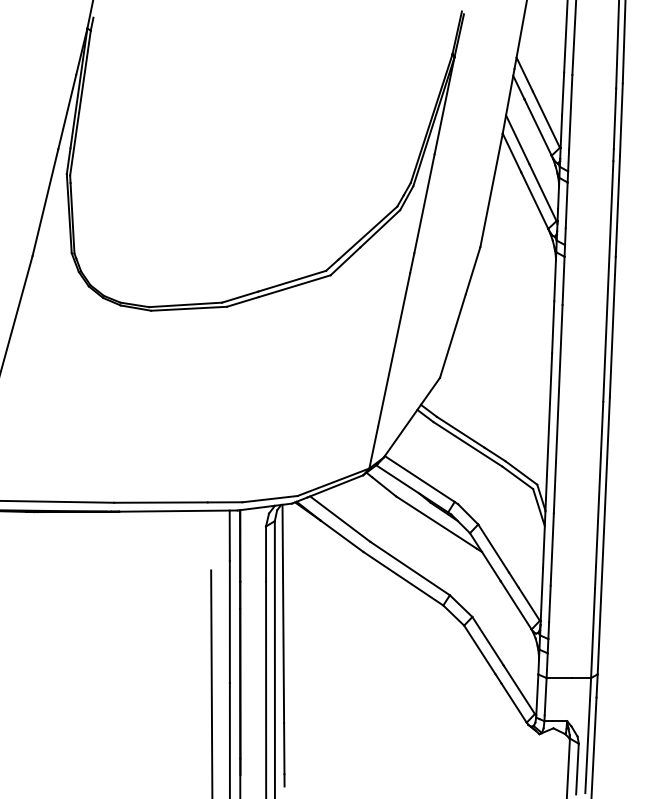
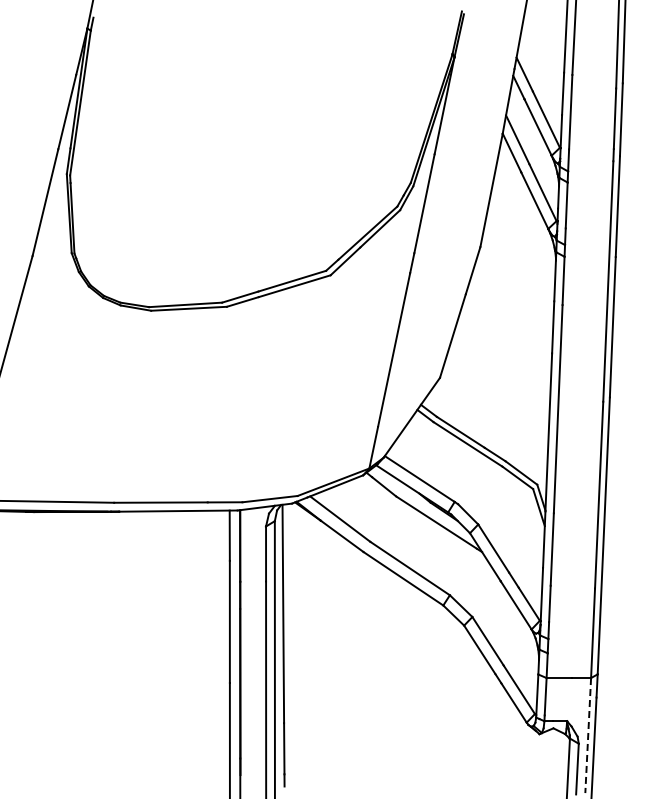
line at (211, 682): present -> none
line at (588, 735): solid -> dashed
